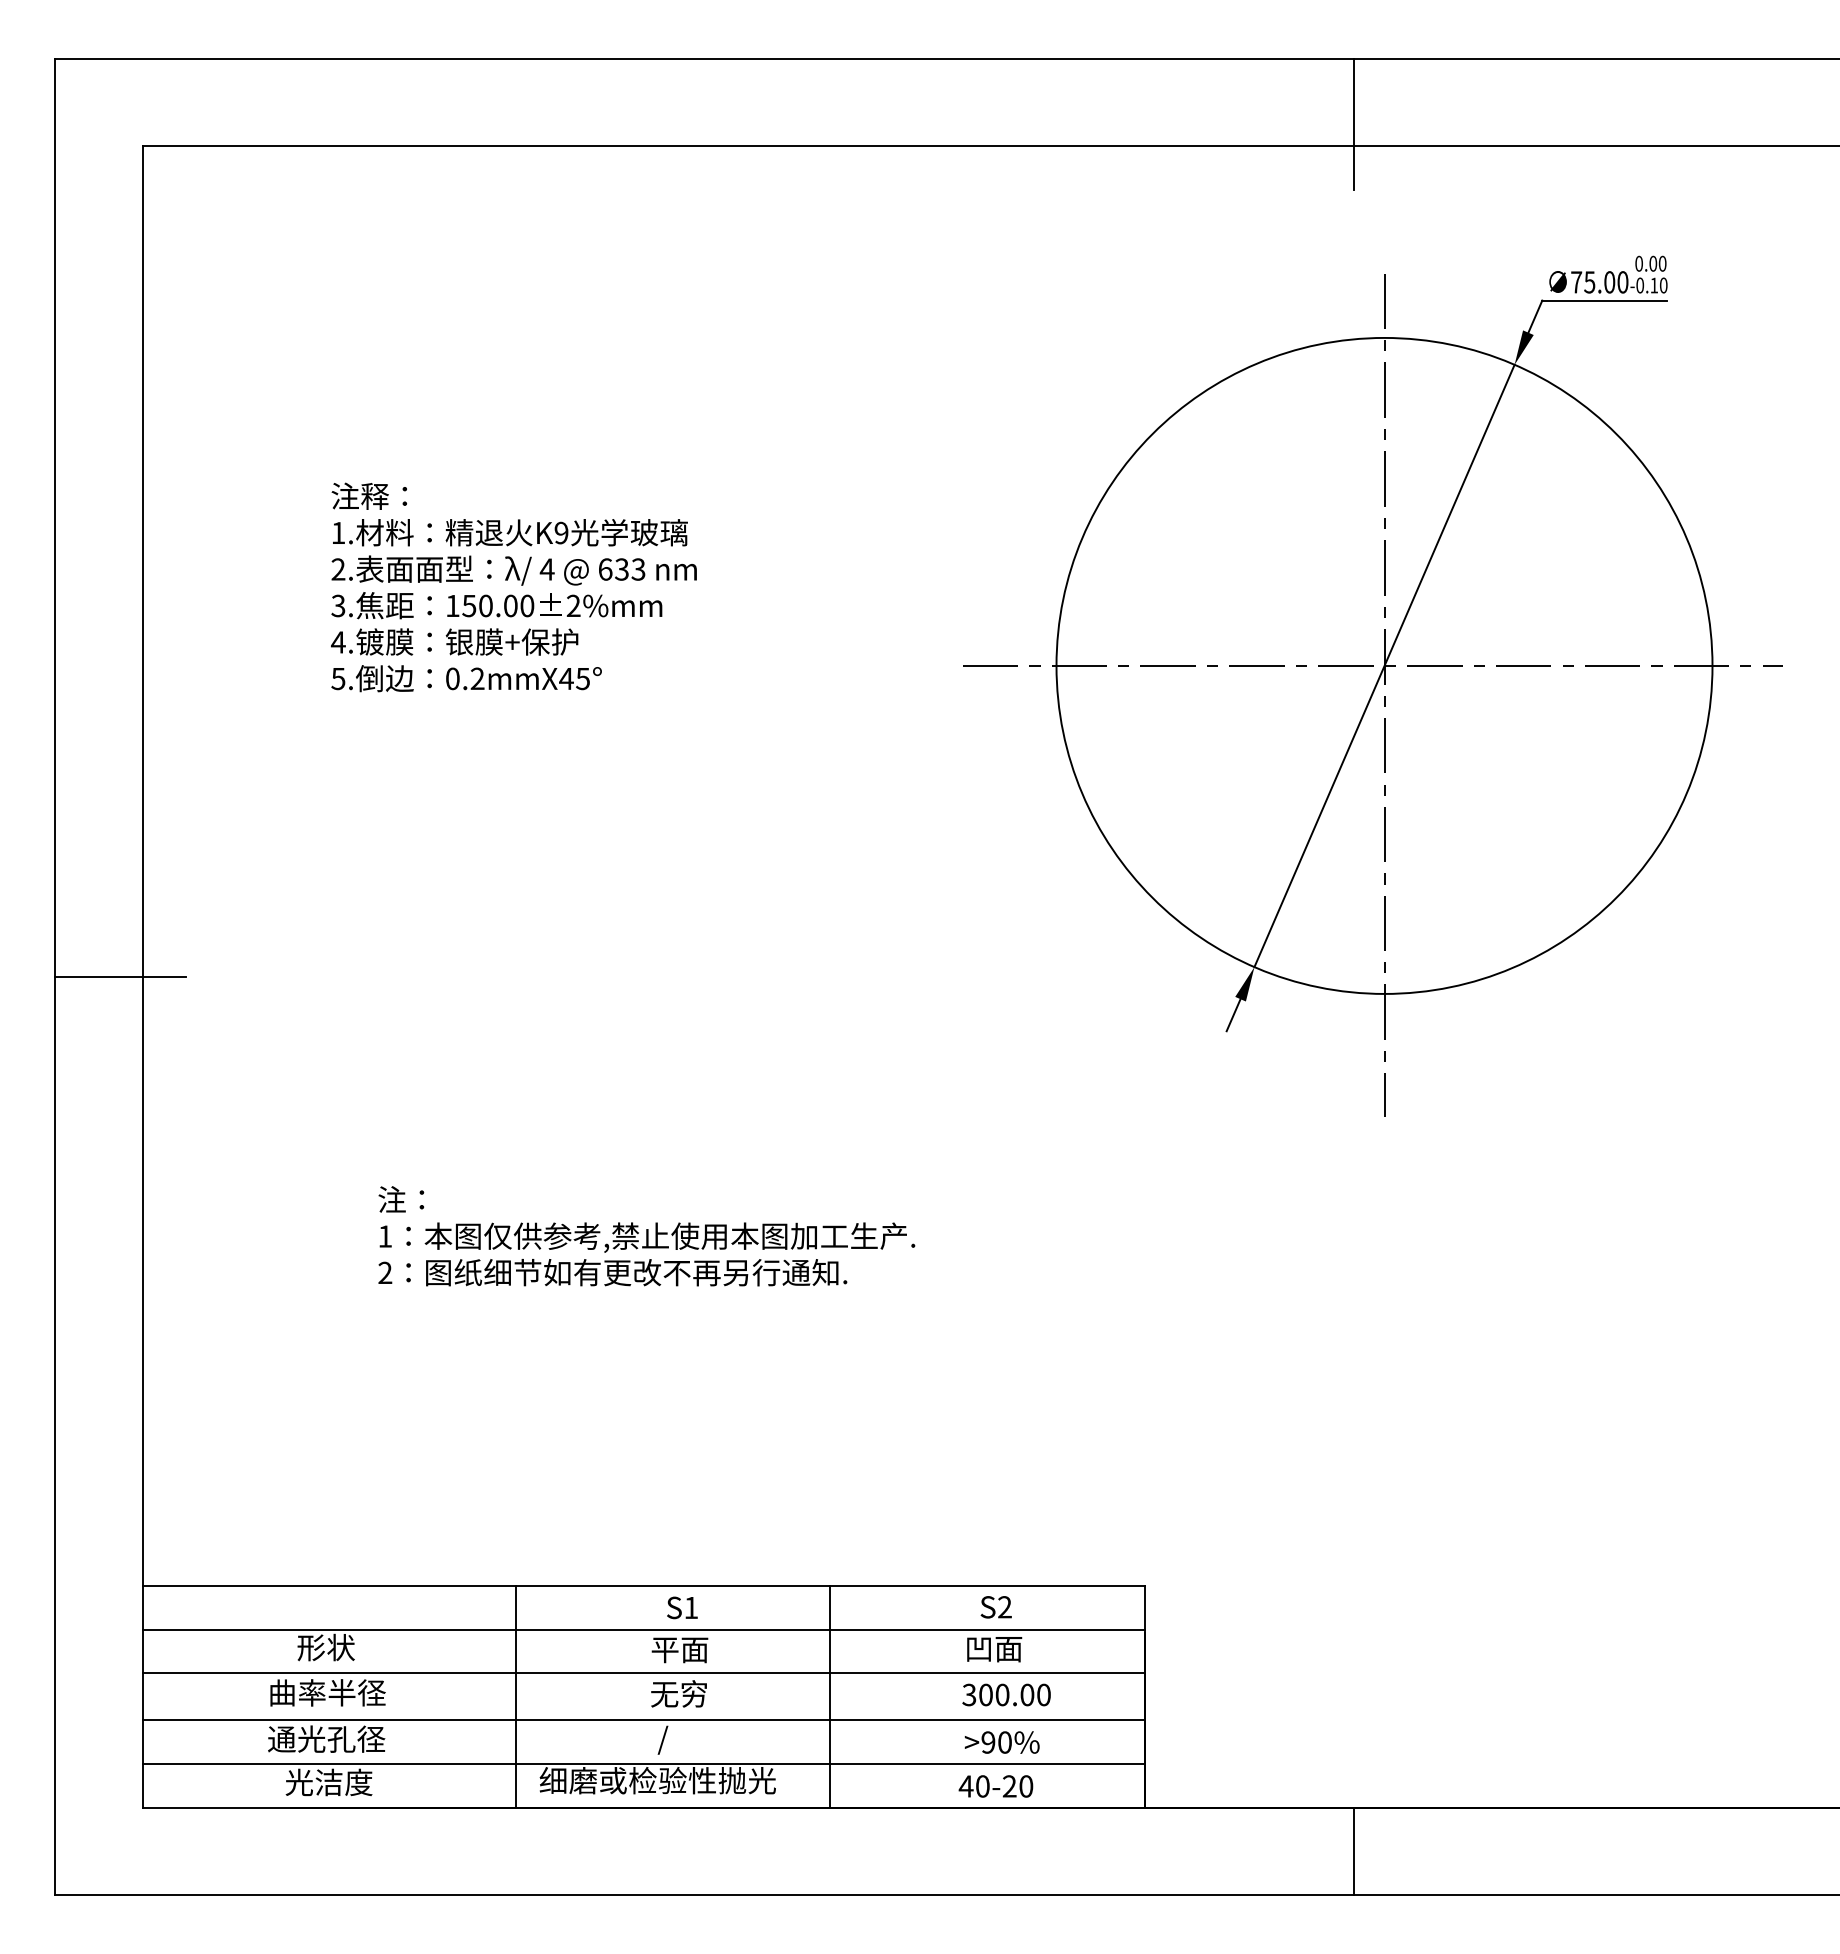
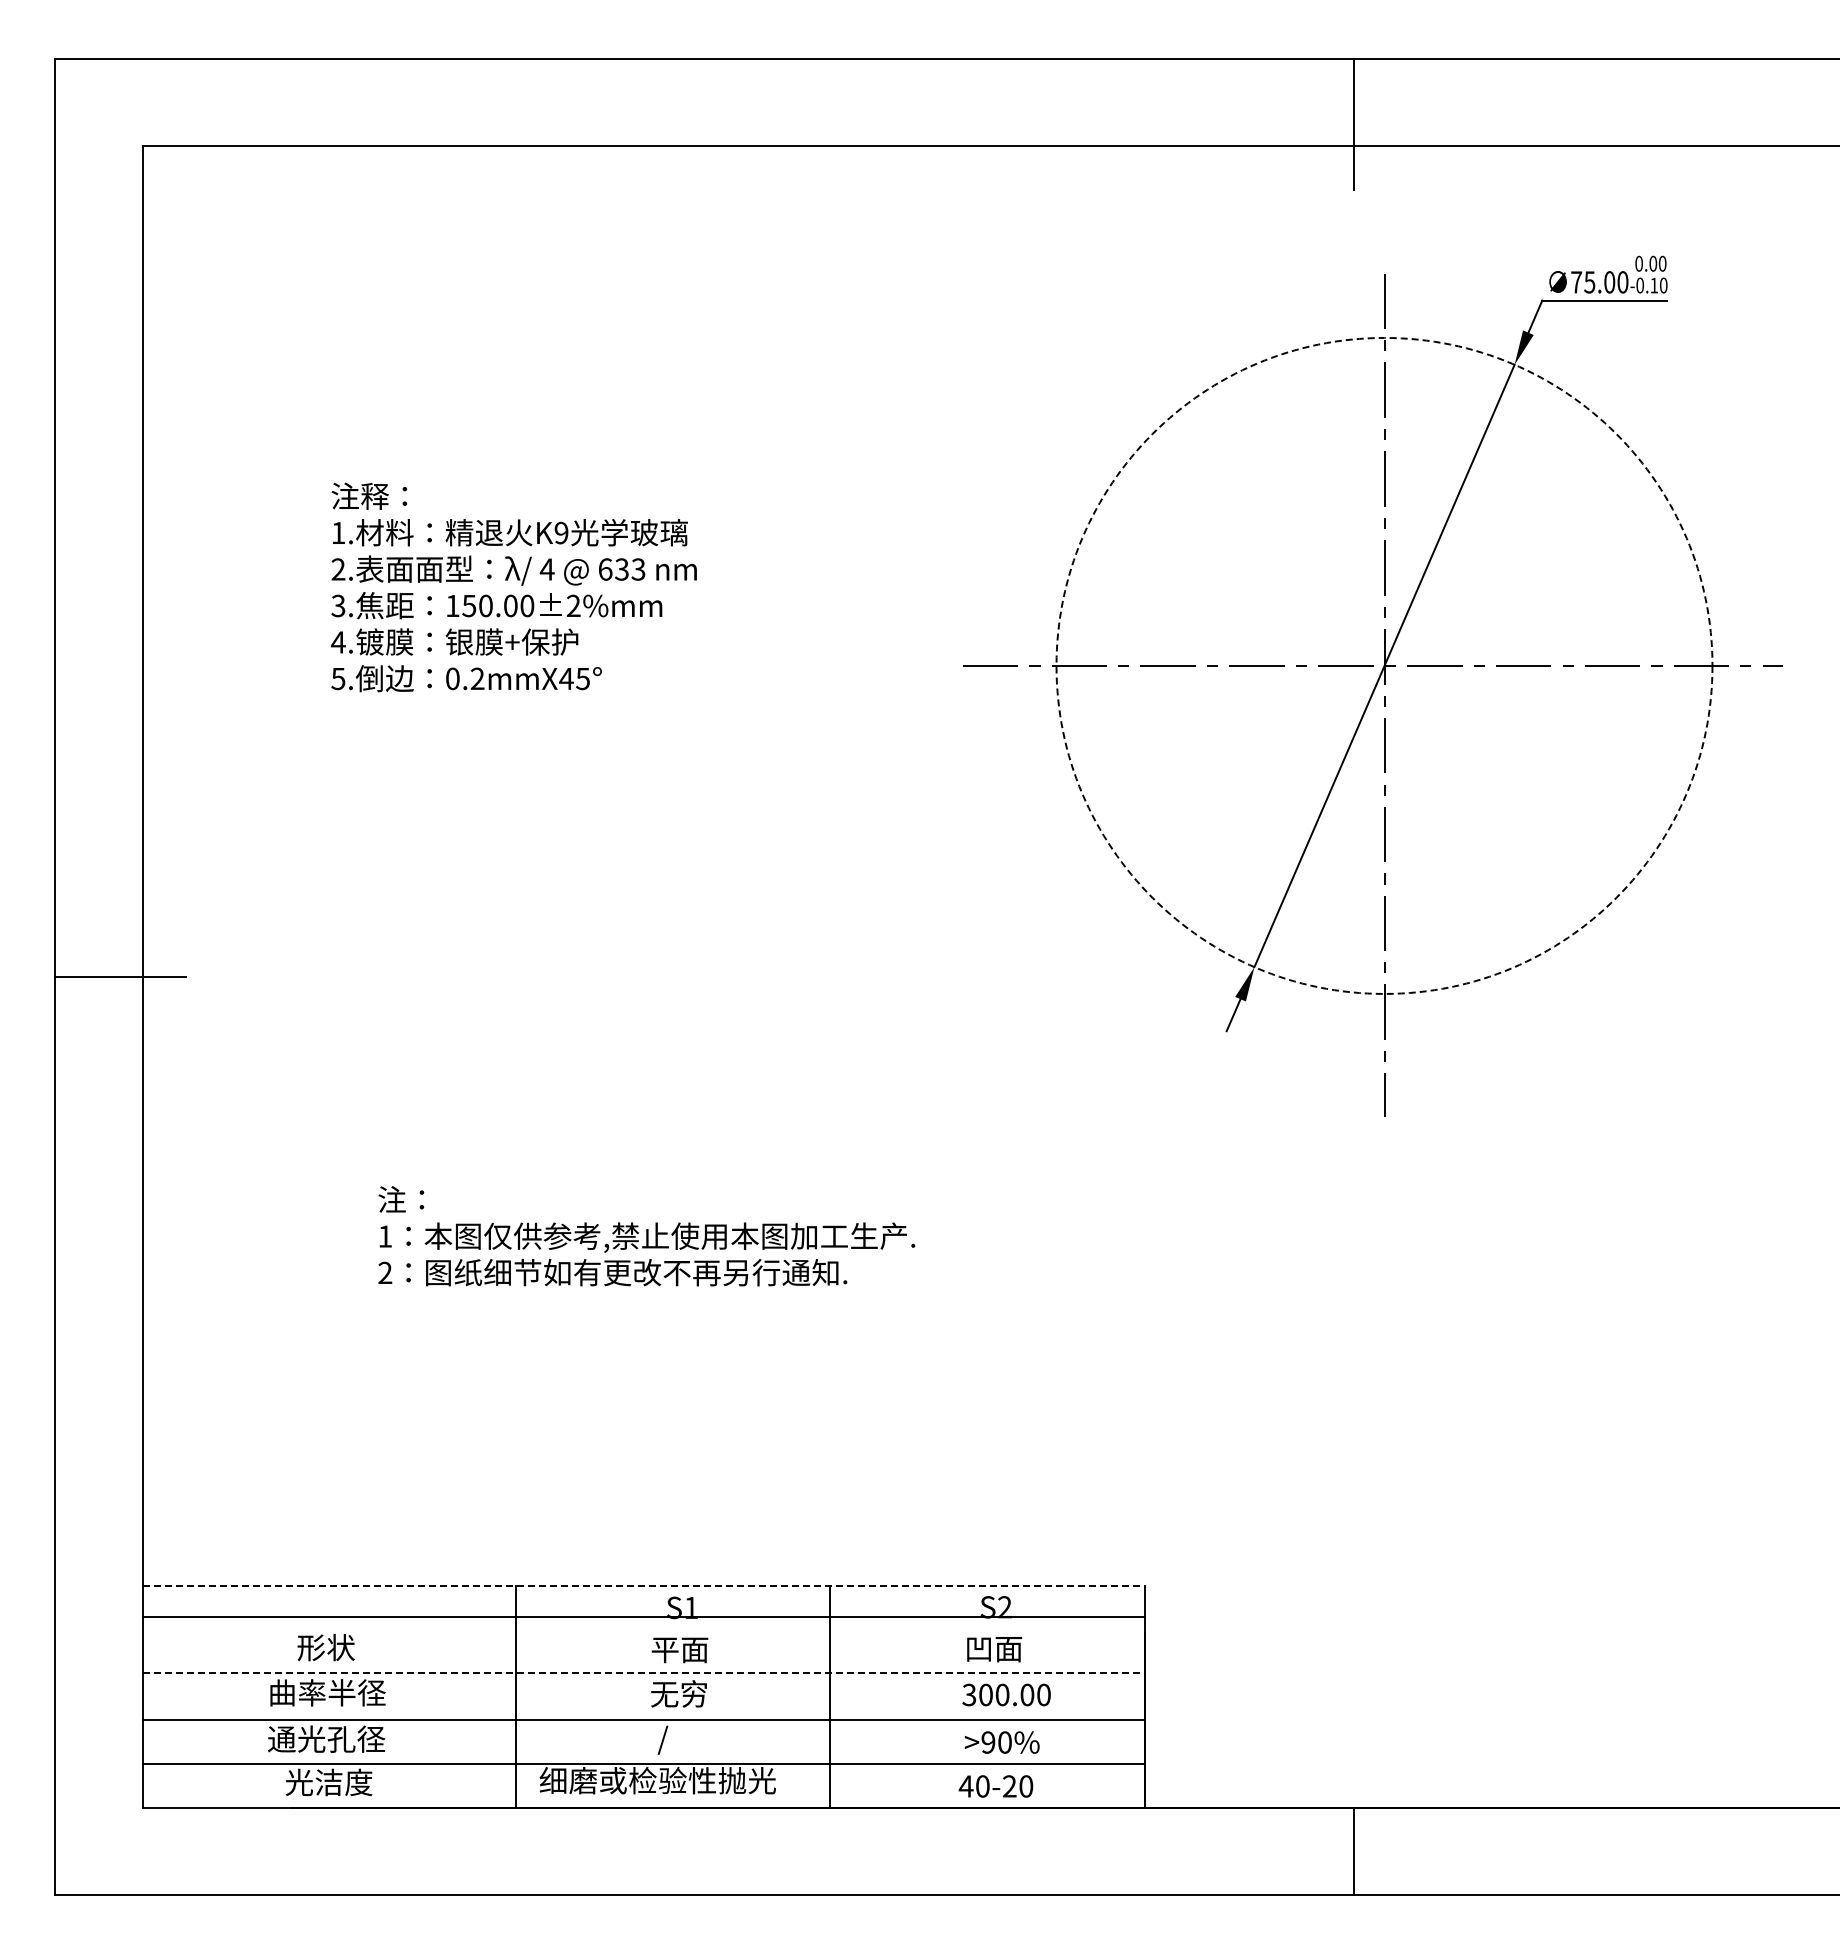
circle at (1384, 665): solid -> dashed
line at (644, 1586): solid -> dashed
line at (643, 1630) position: (643, 1630) -> (643, 1617)
line at (644, 1673): solid -> dashed
